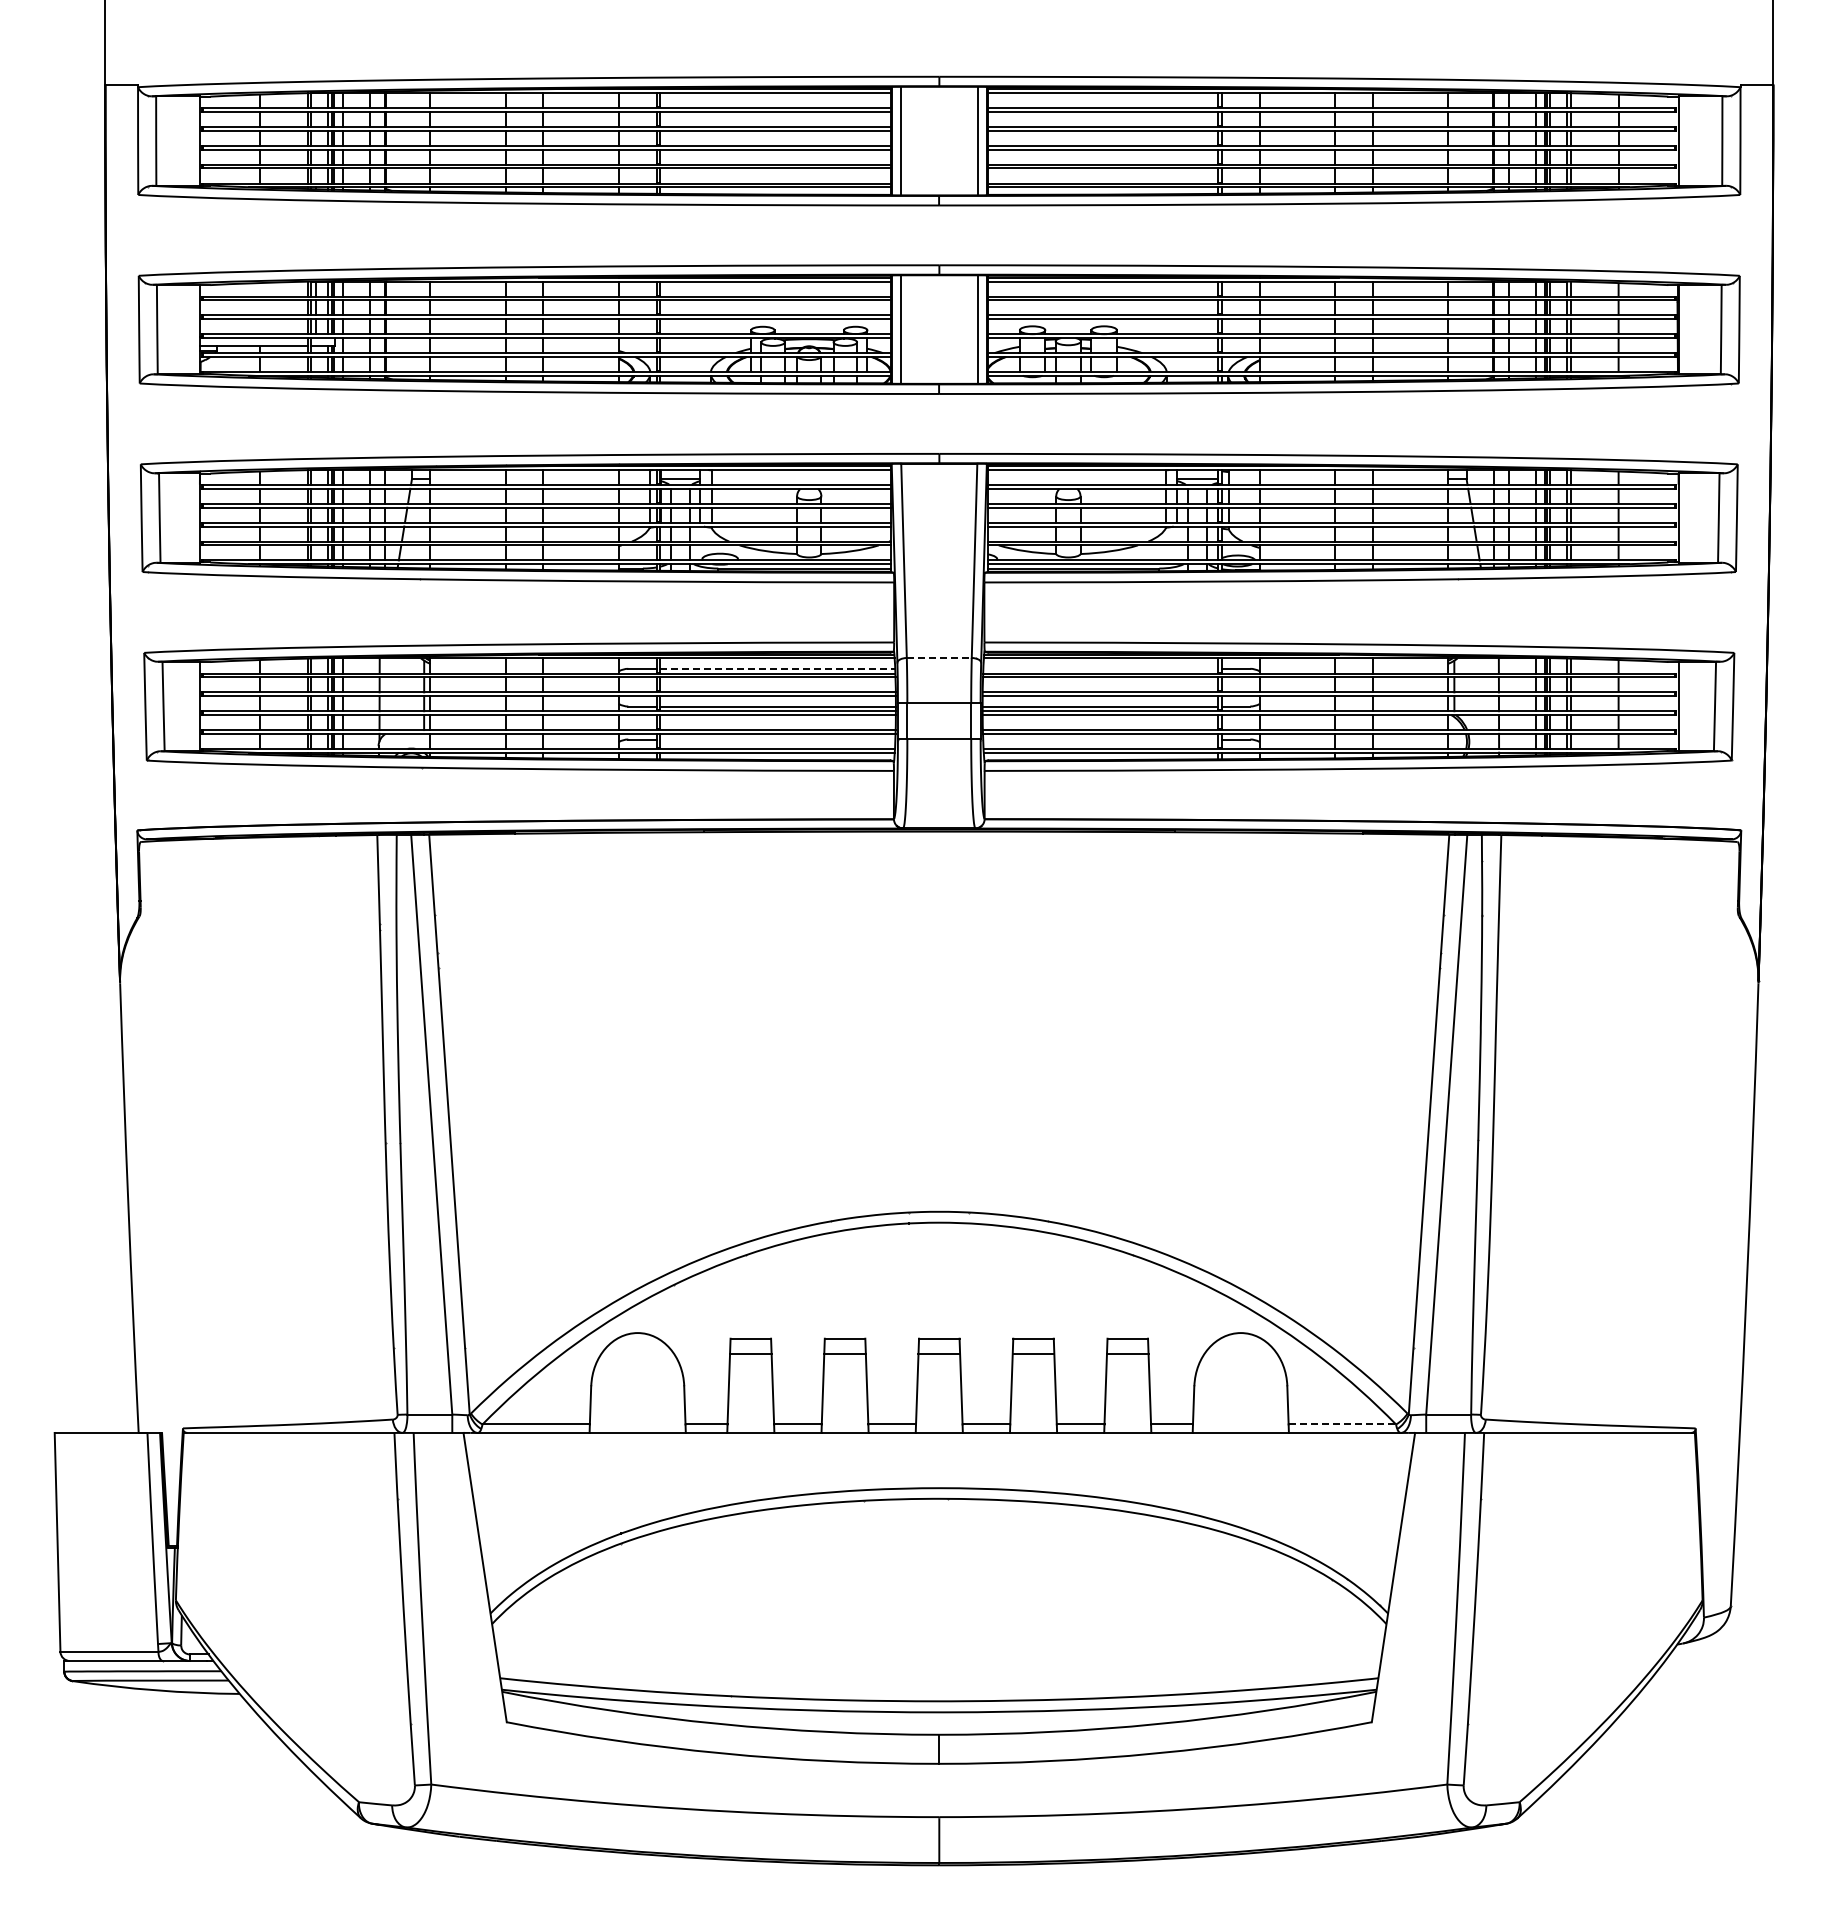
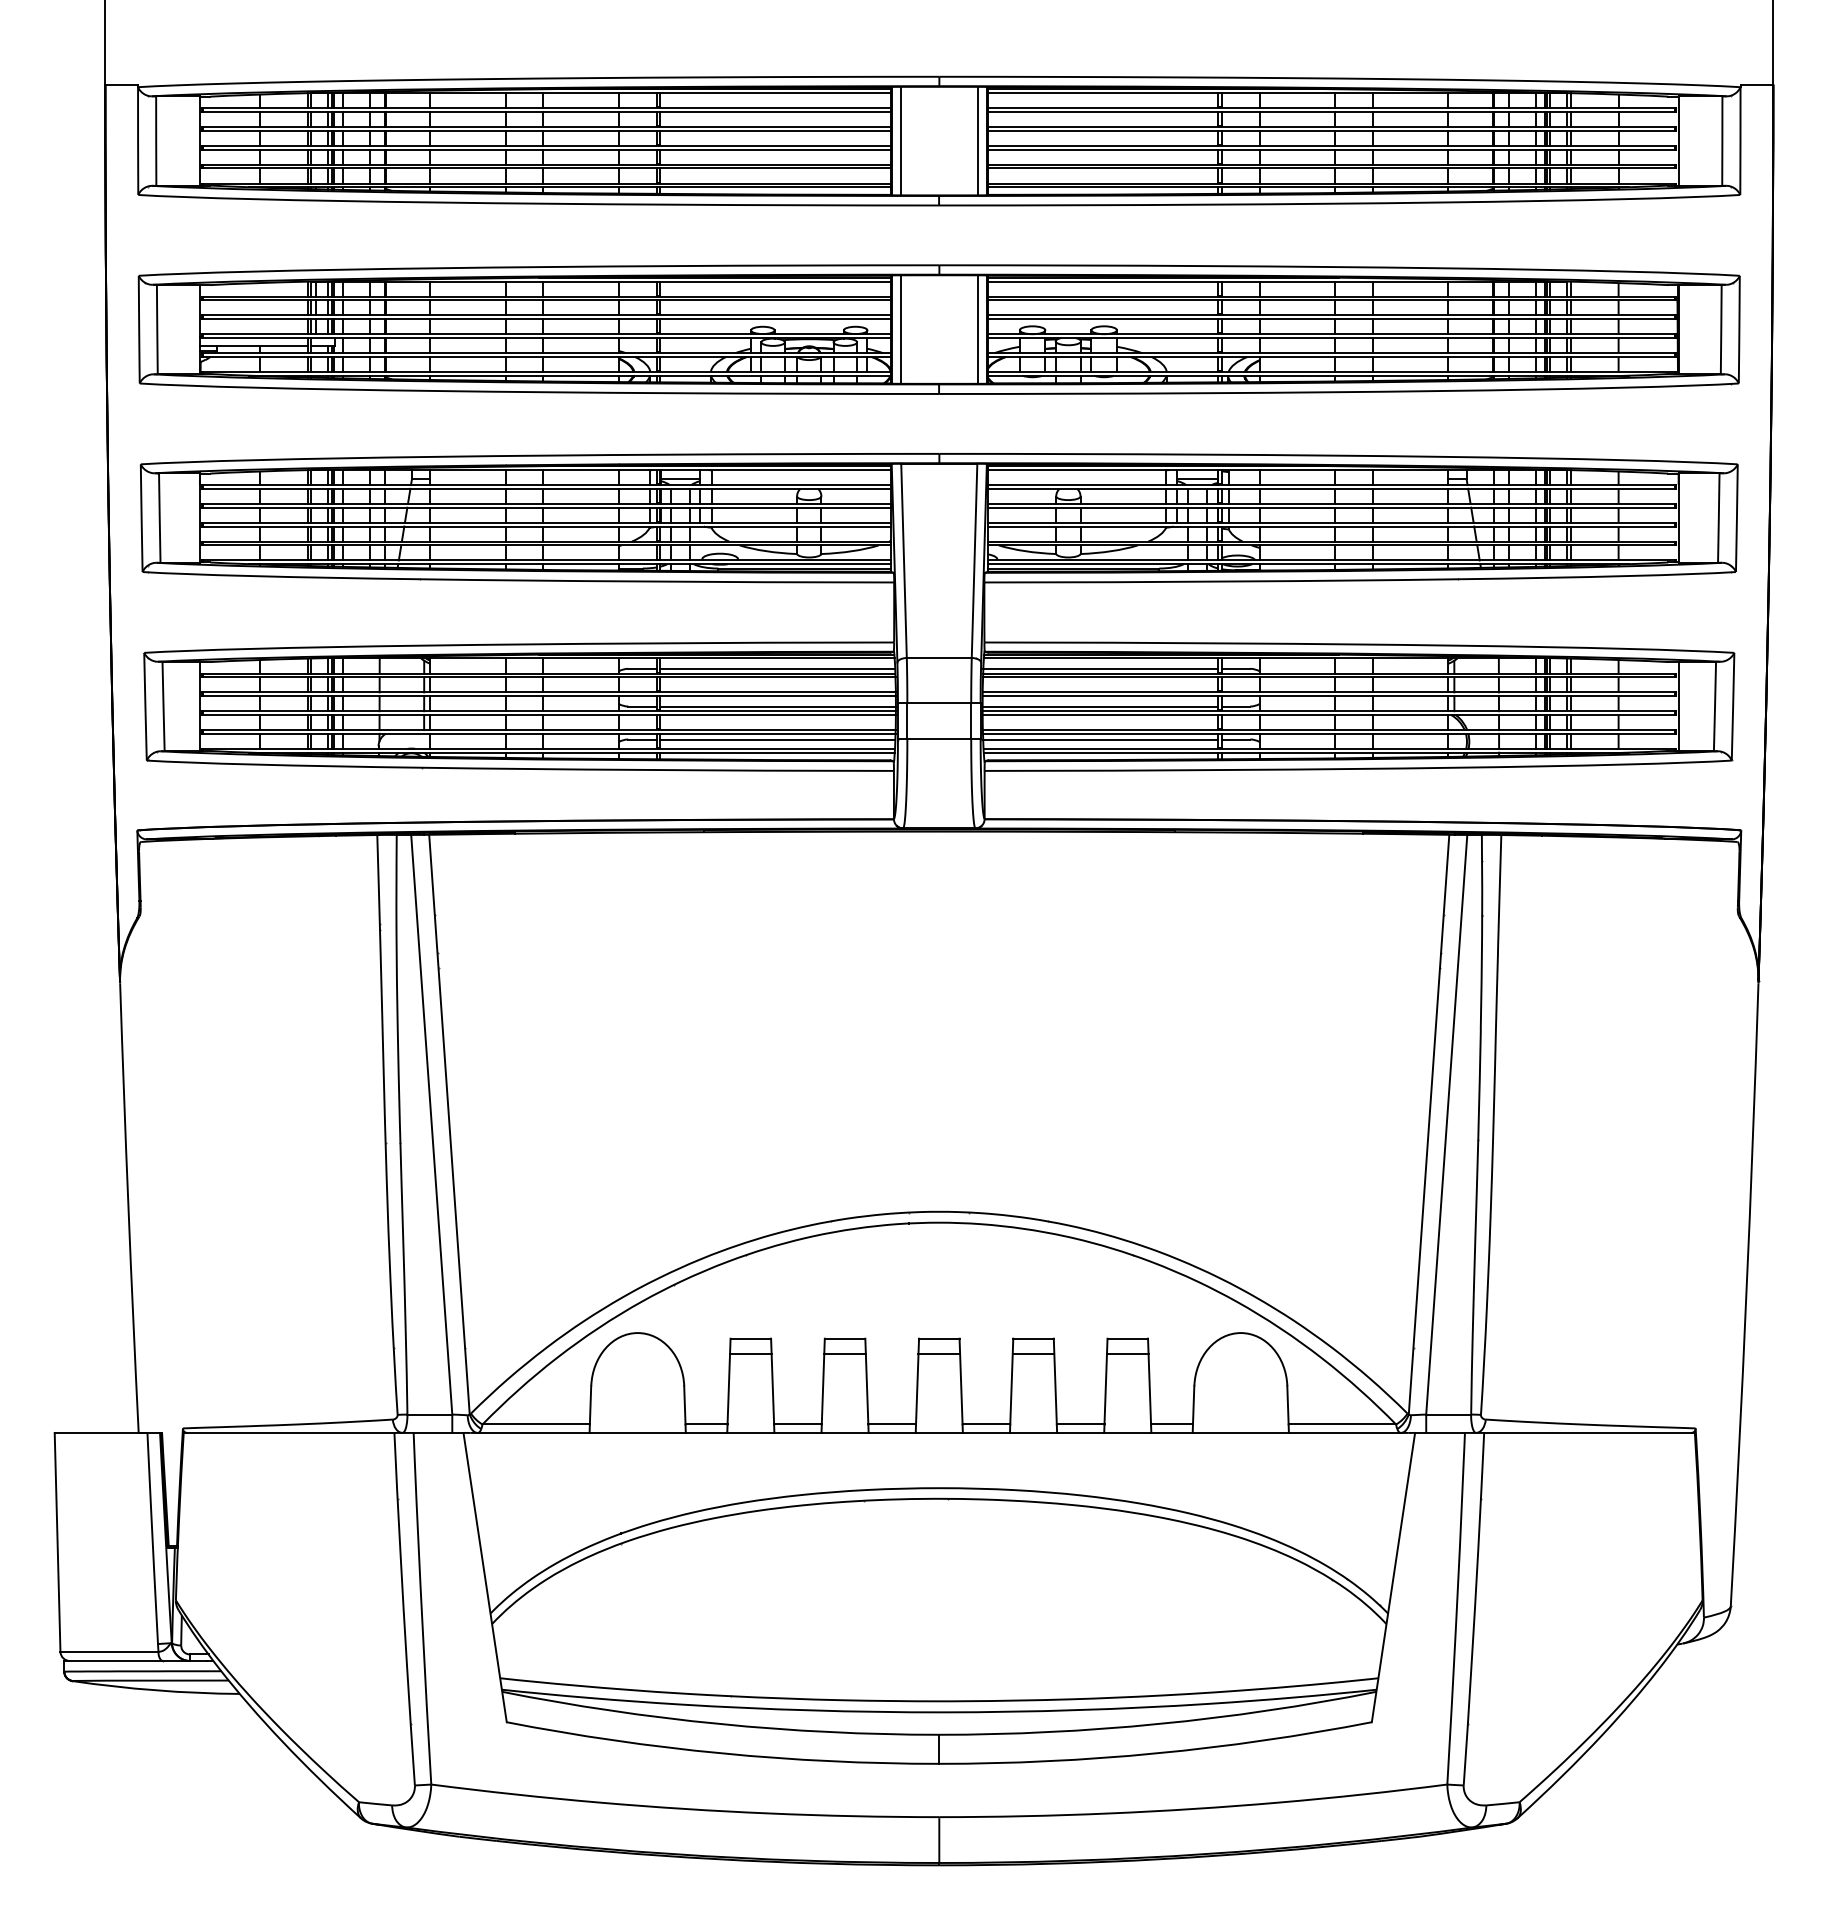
line at (939, 657): dashed -> solid
line at (778, 668): dashed -> solid
line at (1100, 668): none -> present
line at (777, 739): none -> present
line at (1100, 739): none -> present
line at (1342, 1424): dashed -> solid
